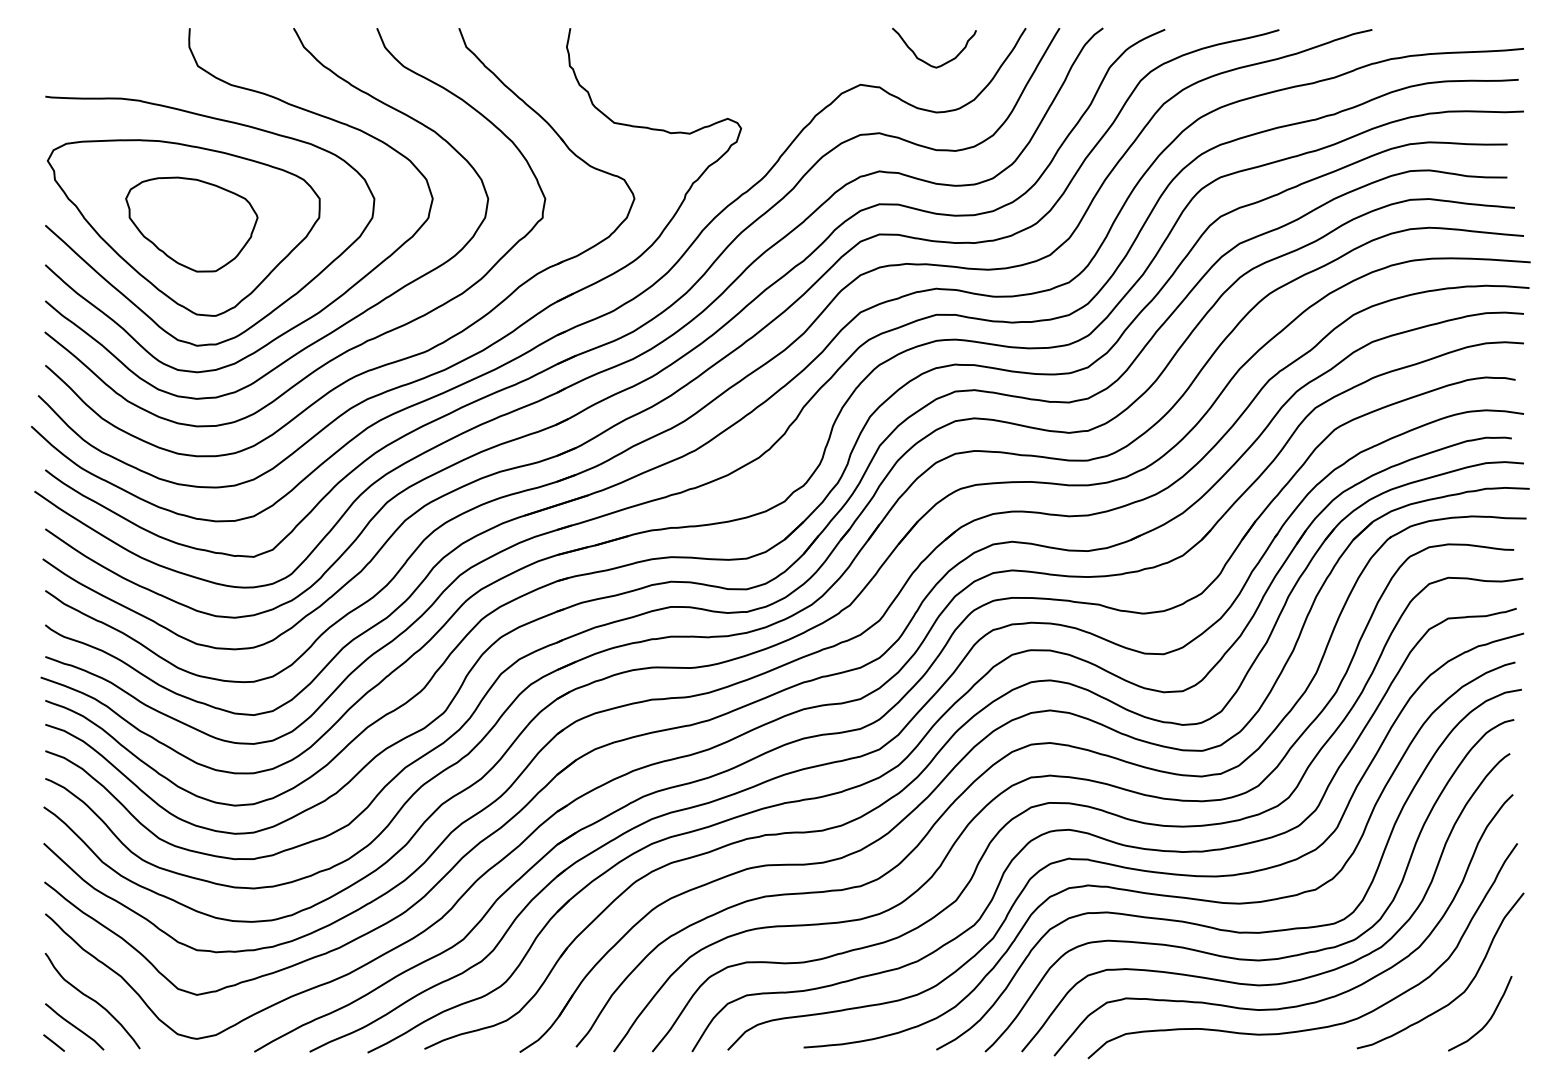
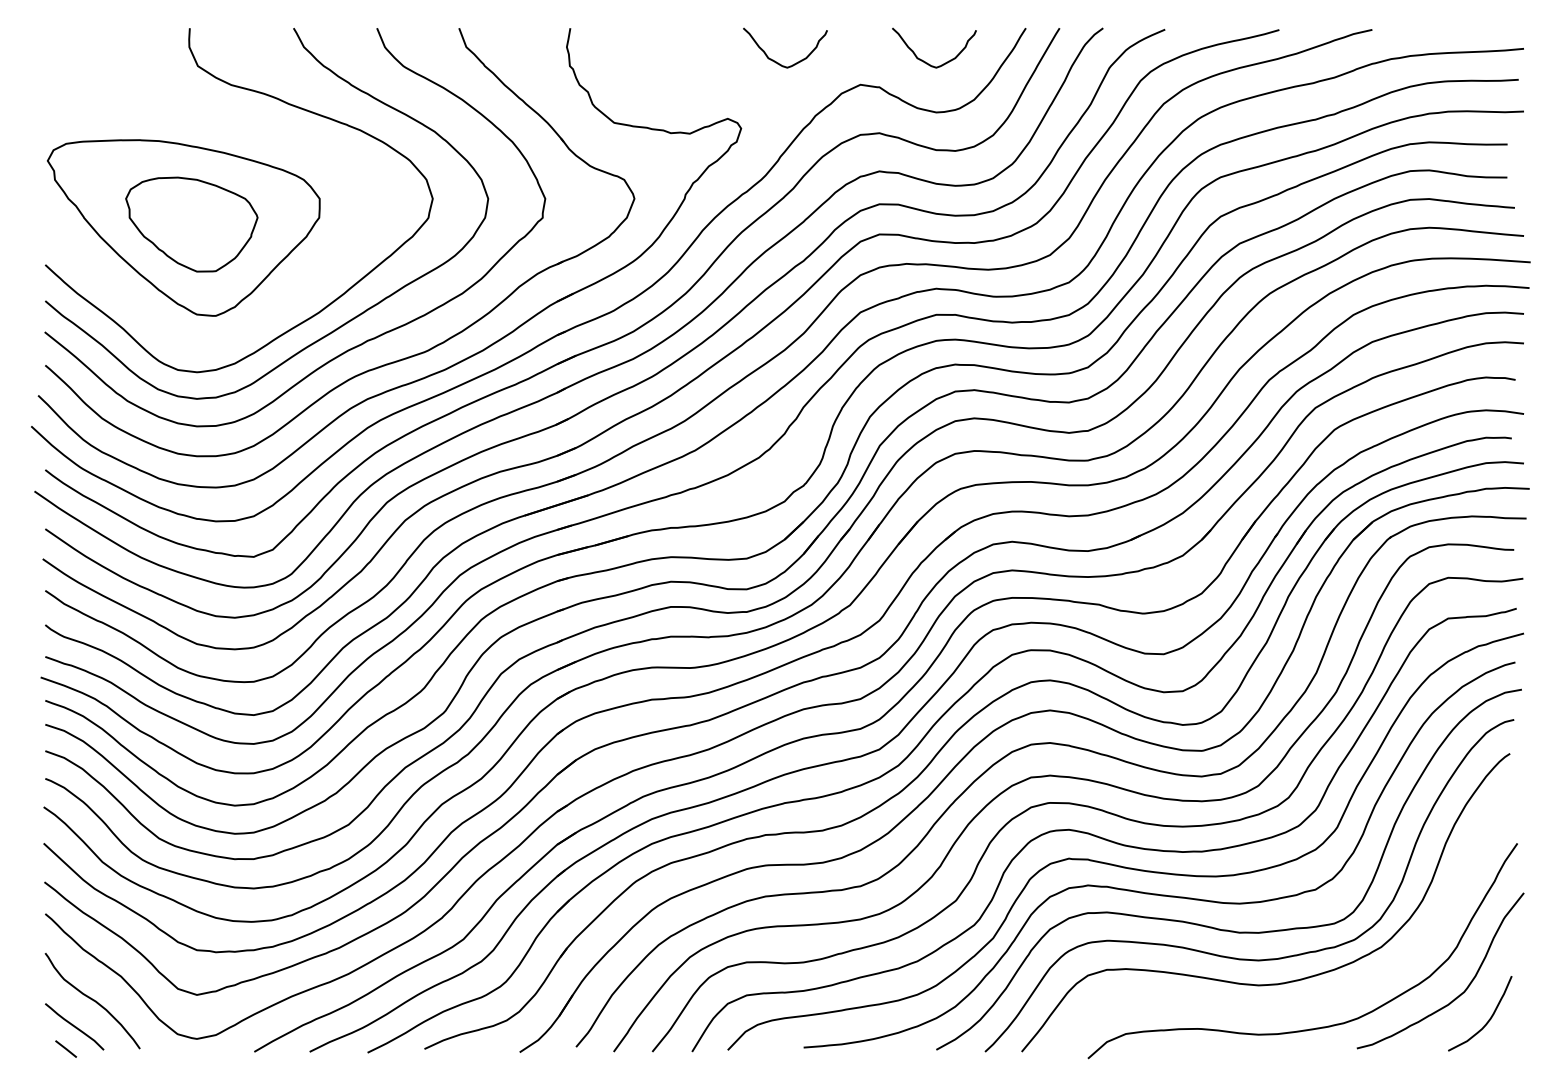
curve at (778, 62): none -> present
curve at (231, 123): present -> none
curve at (1299, 1004): present -> none
line at (53, 1042) position: (53, 1042) -> (65, 1048)
